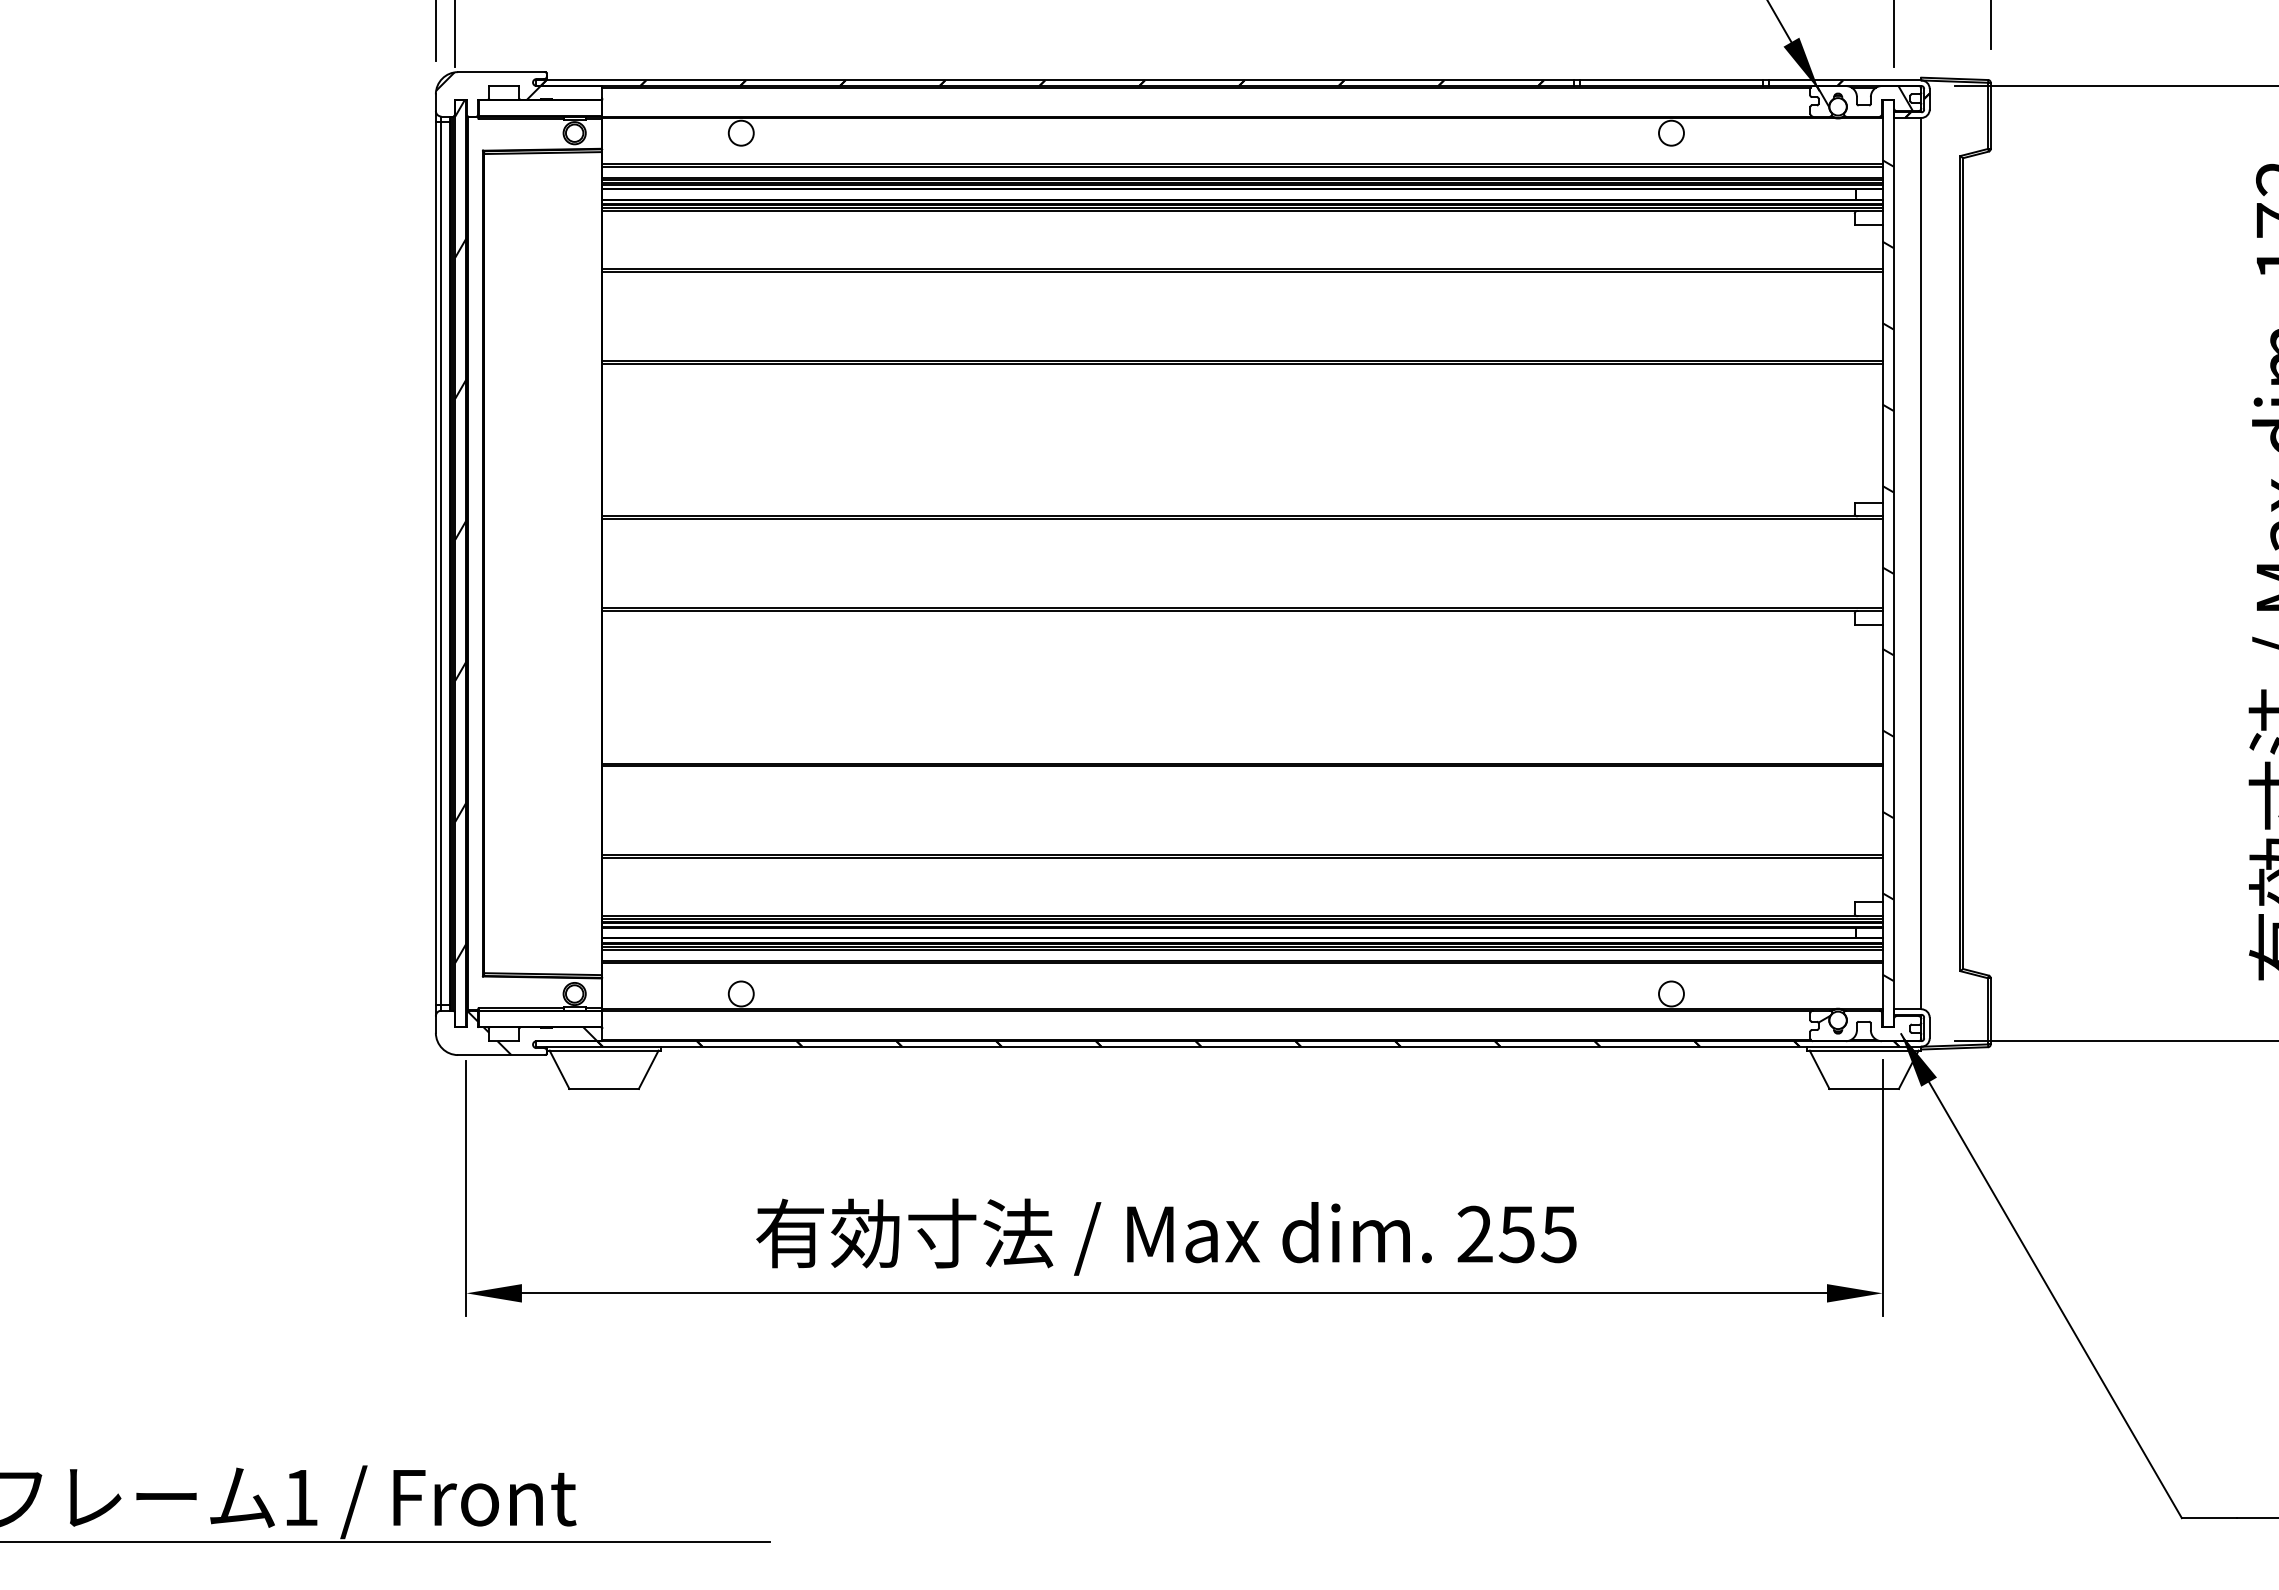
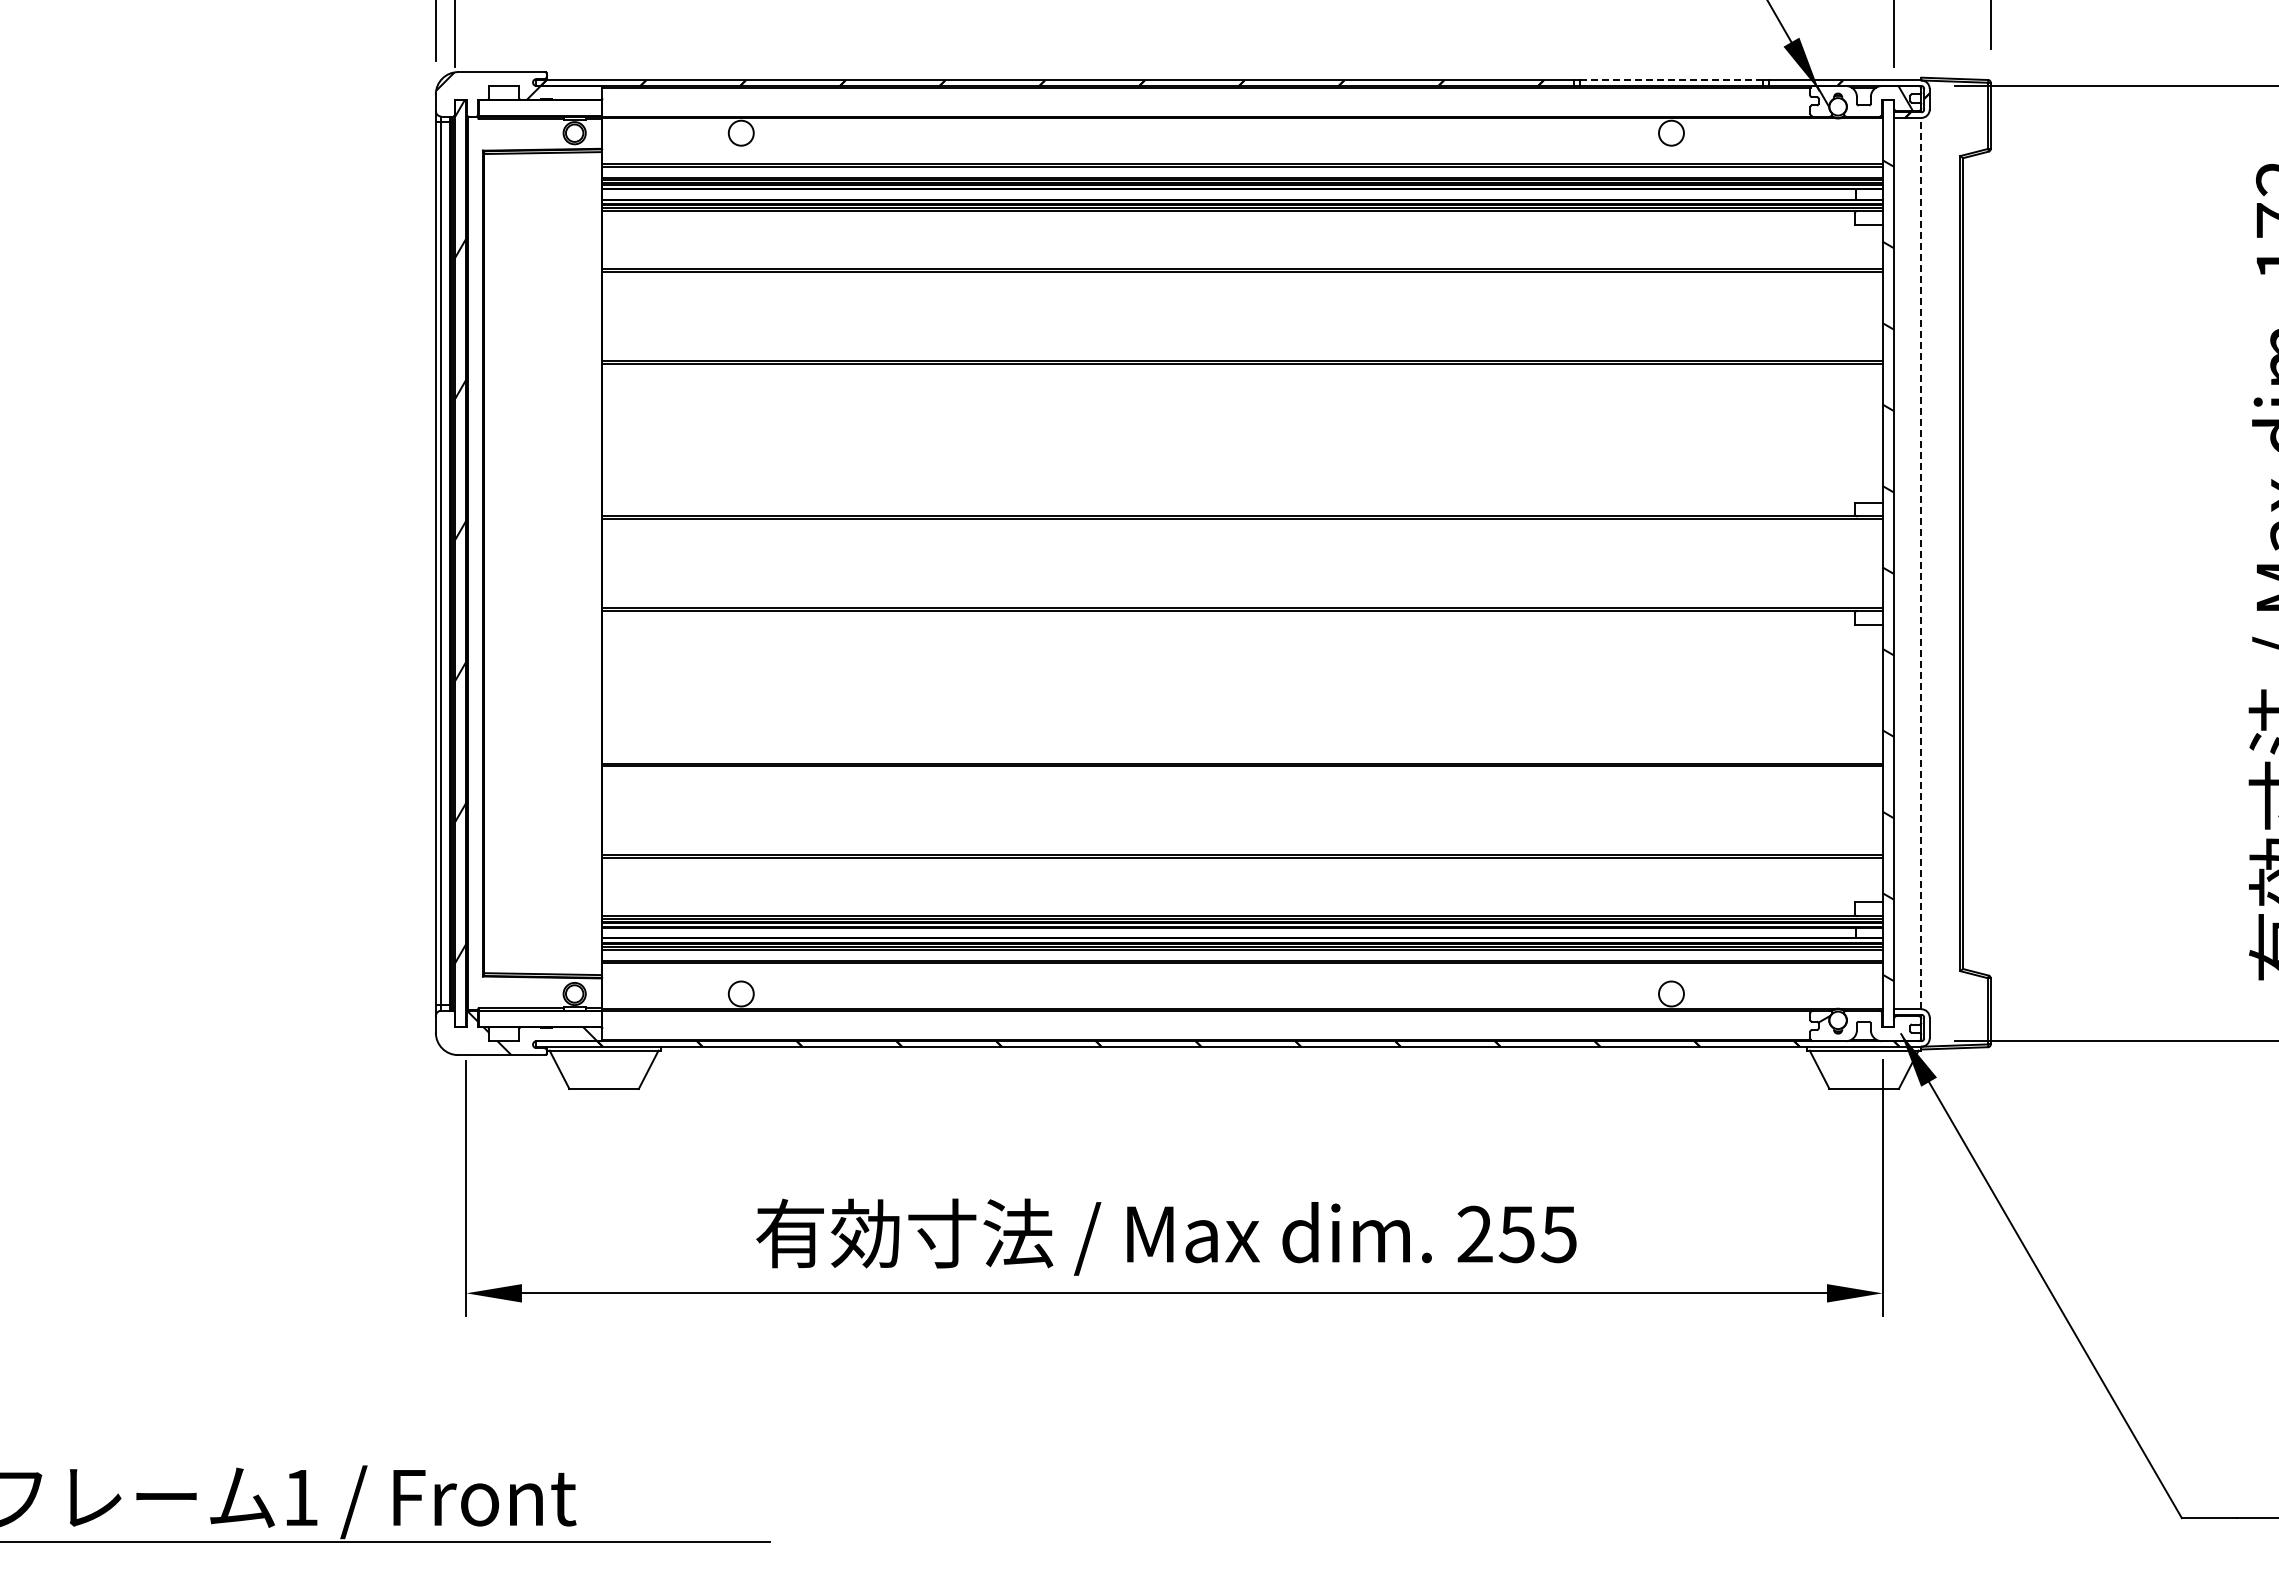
line at (1671, 80): solid -> dashed
line at (1921, 563): solid -> dashed
